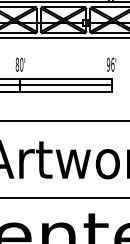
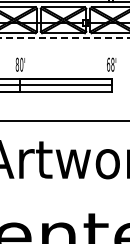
line at (65, 38): solid -> dashed
text at (110, 64): 96' -> 68'
line at (64, 198): present -> none
